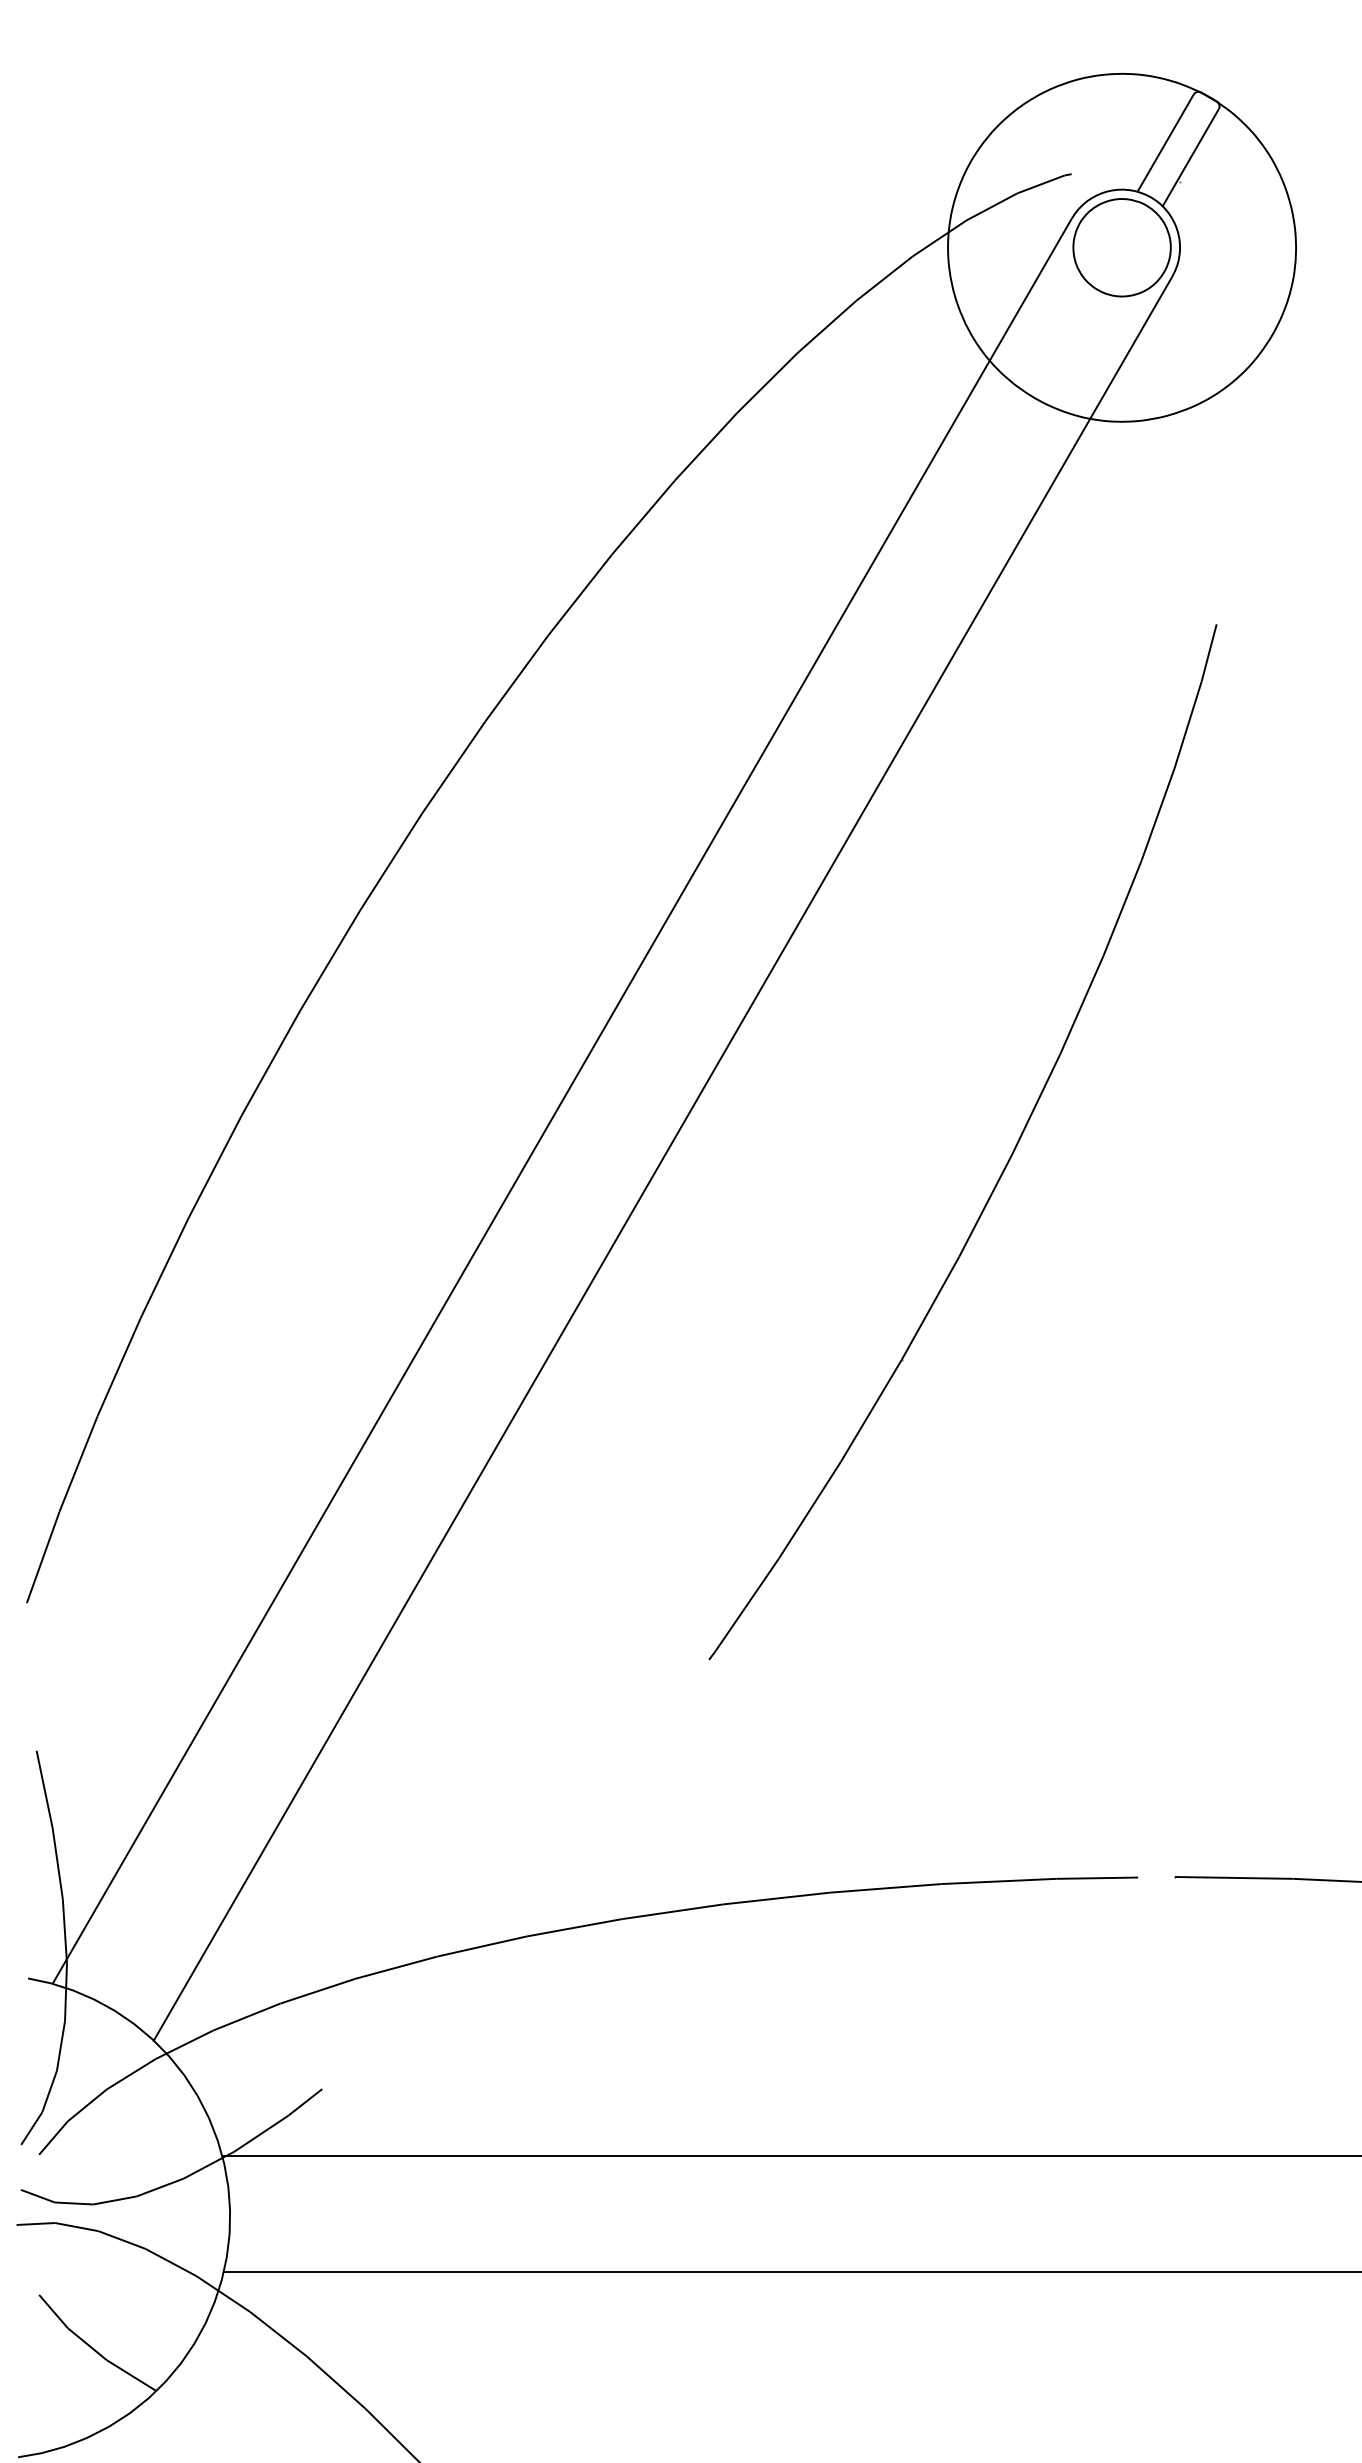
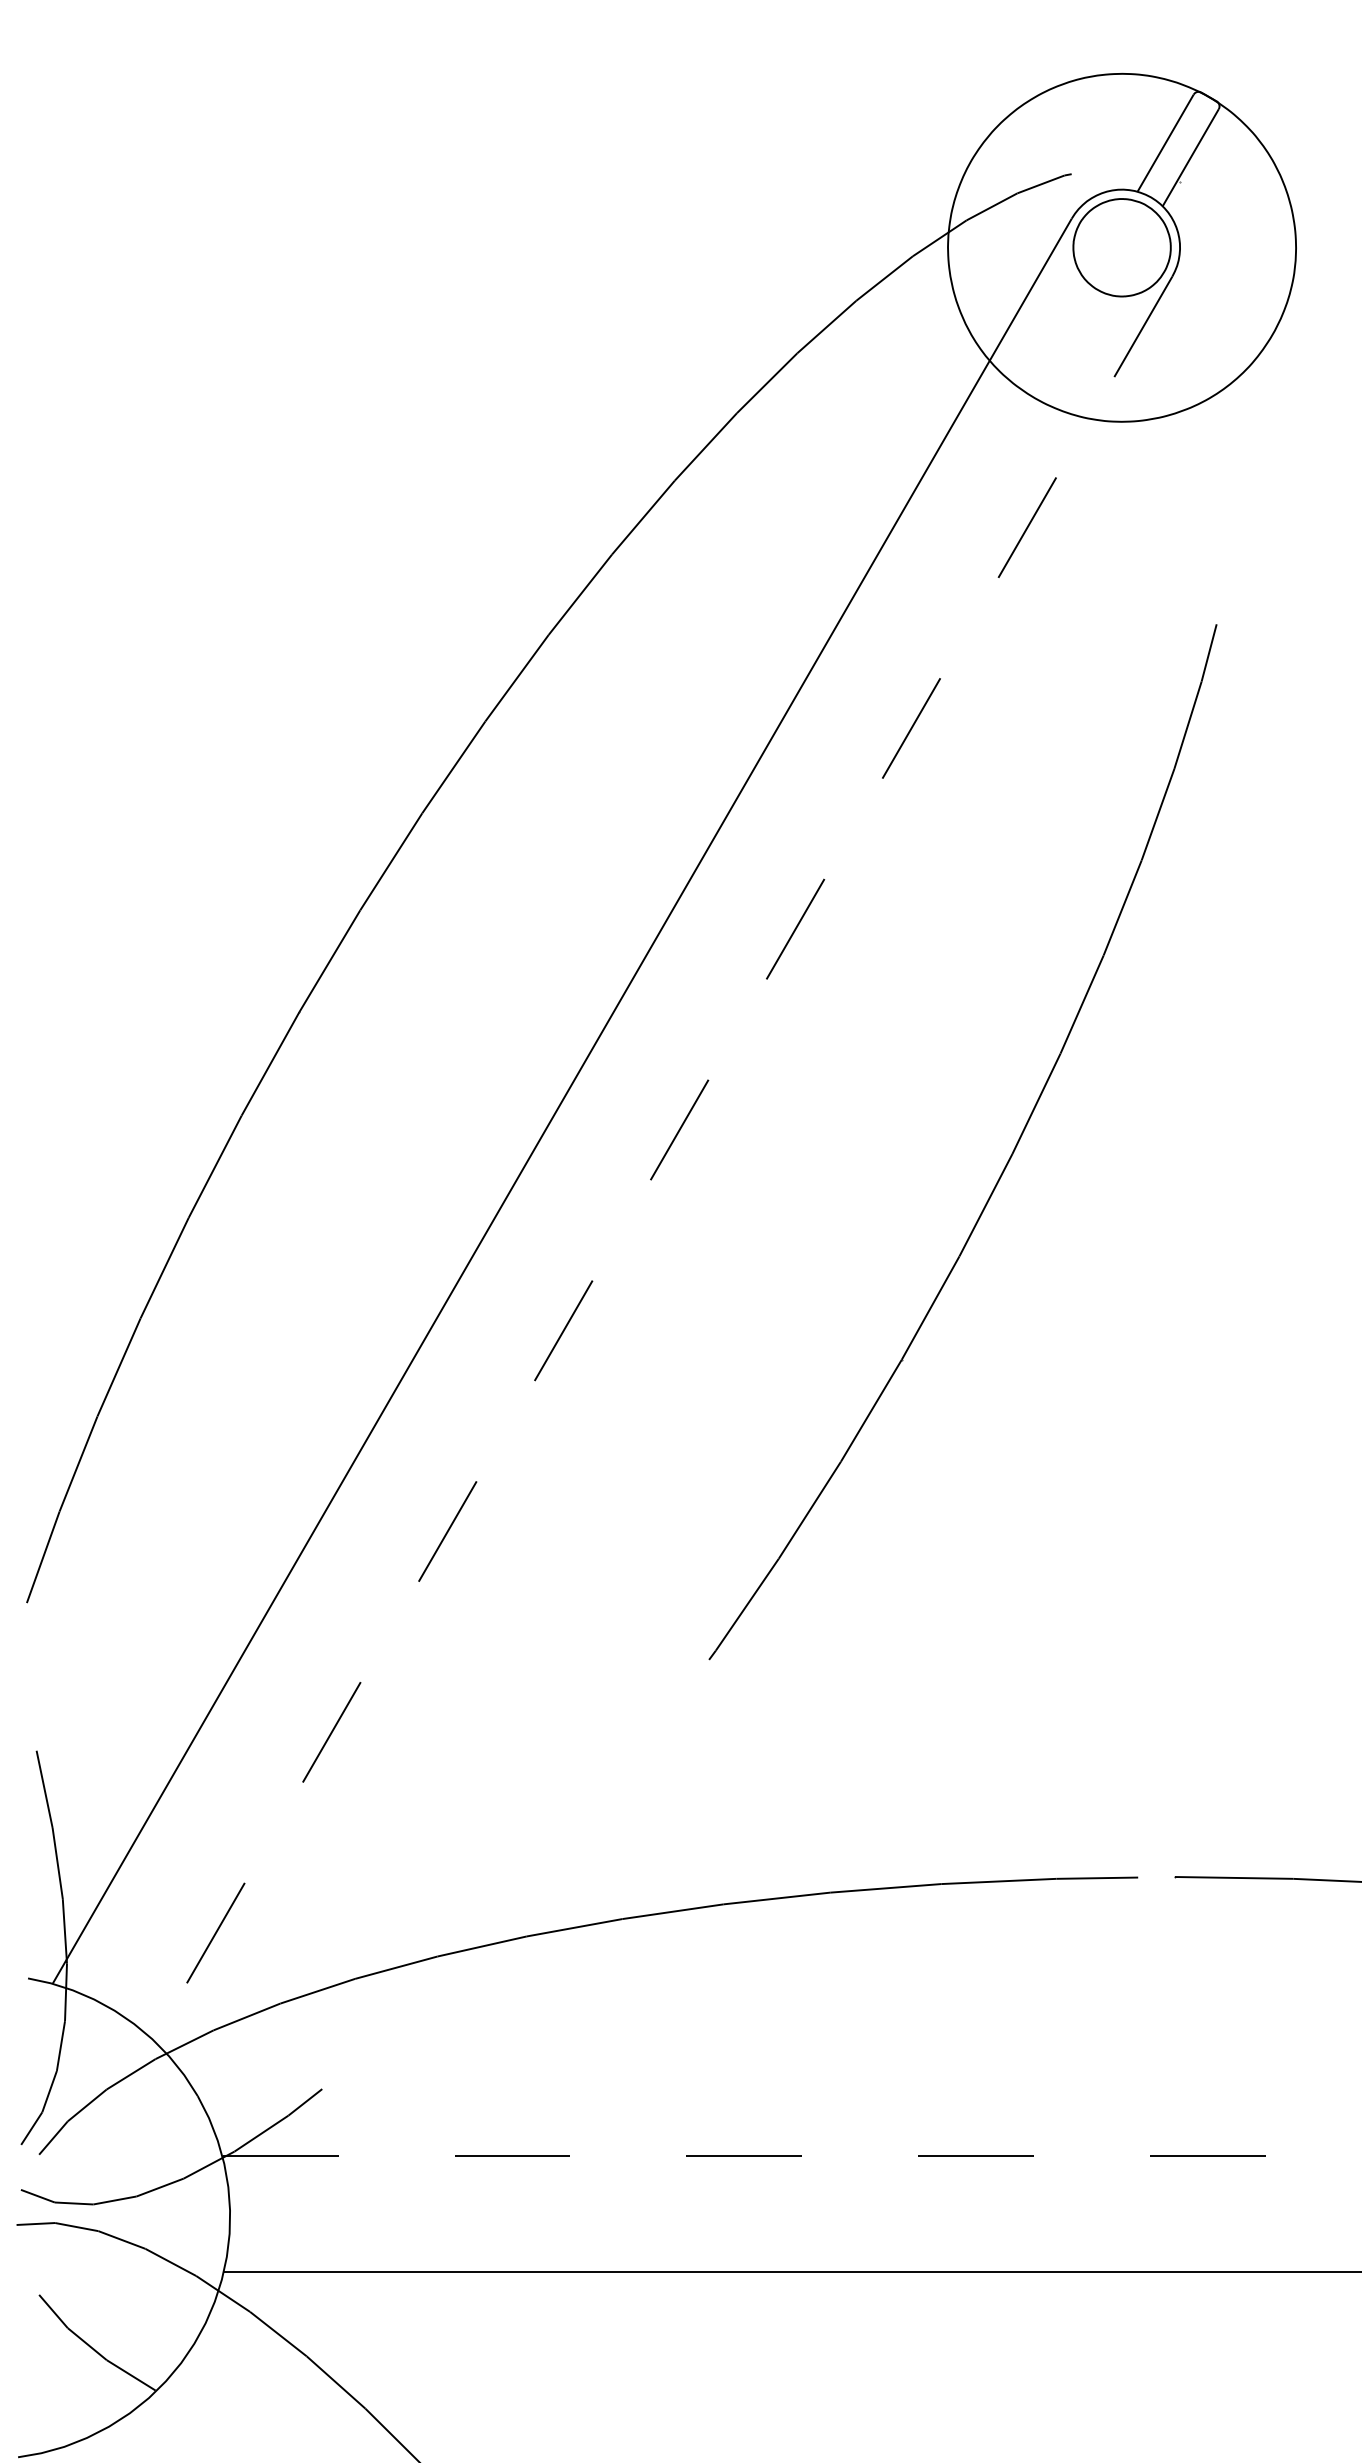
line at (662, 1159): solid -> dashed
line at (792, 2156): solid -> dashed
